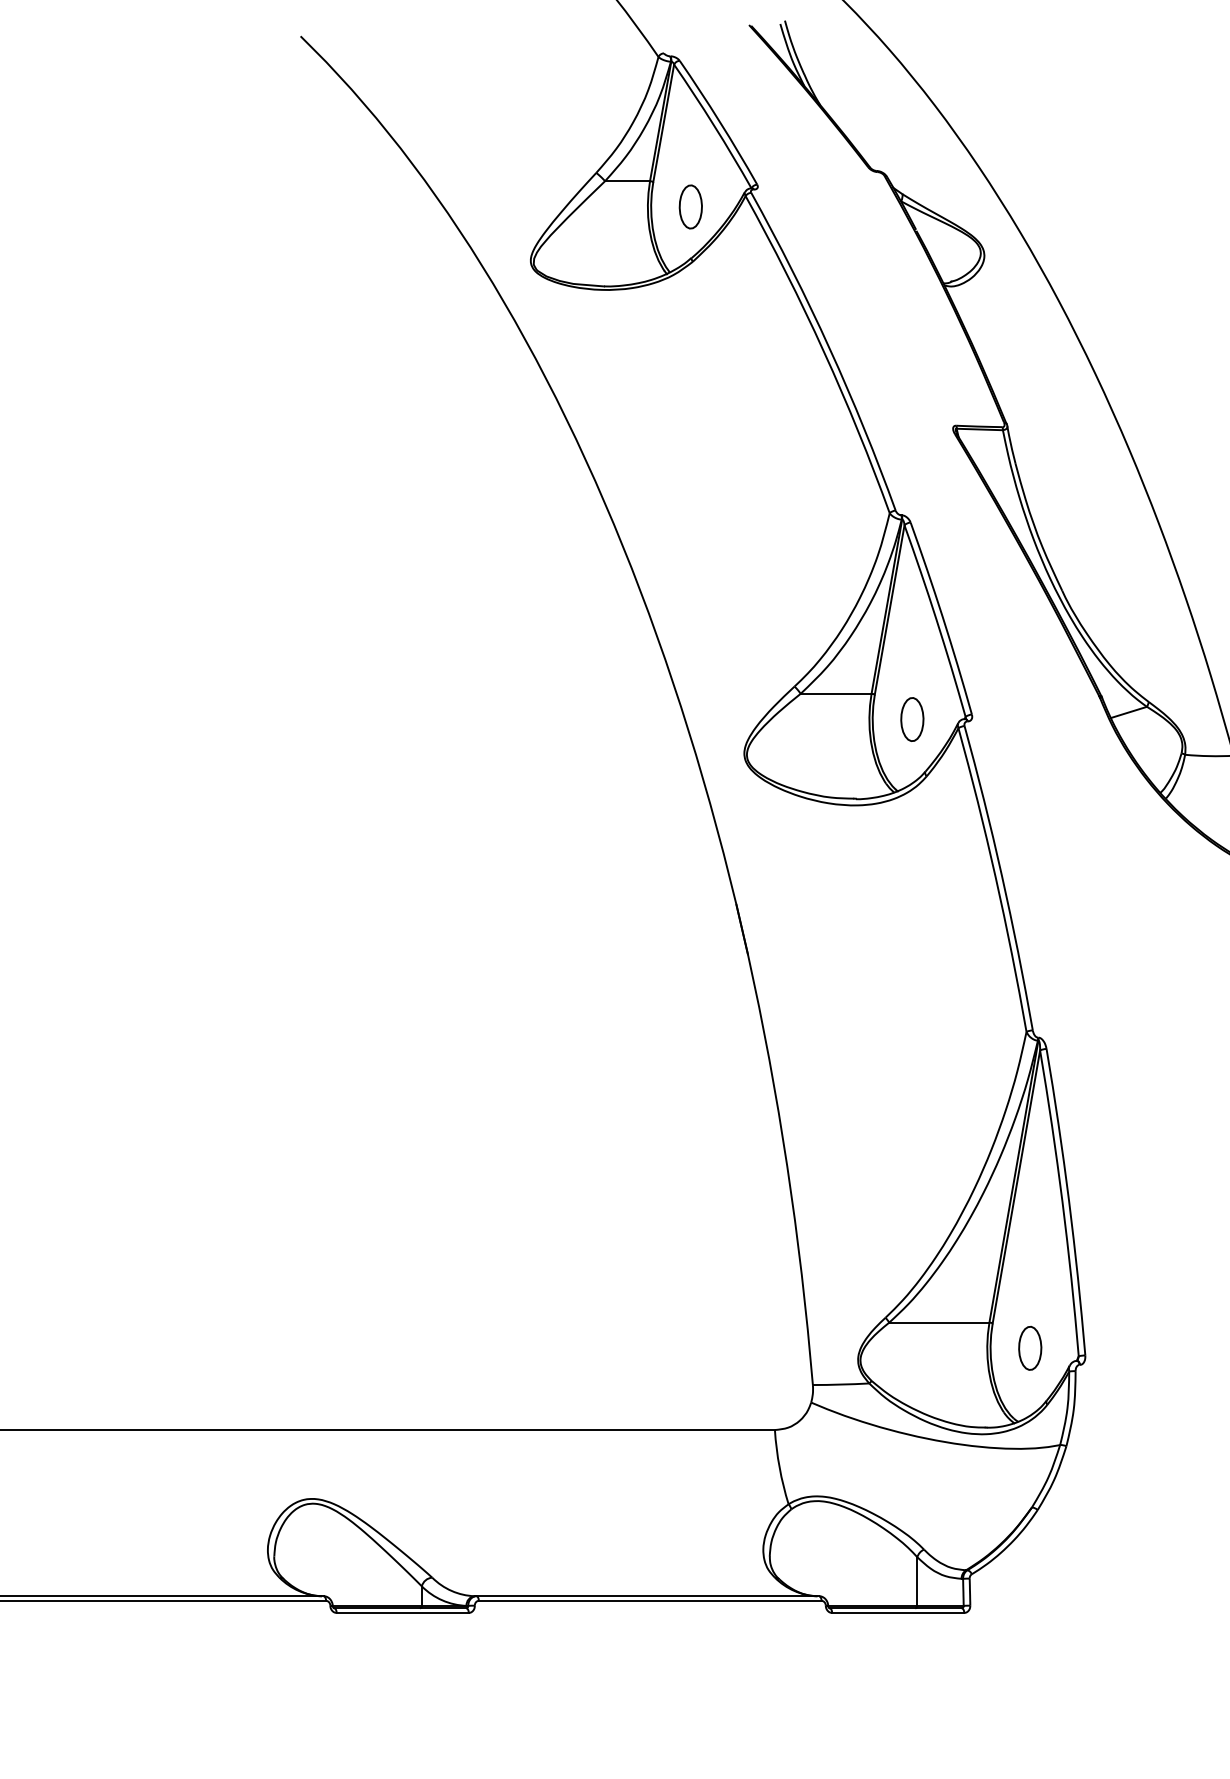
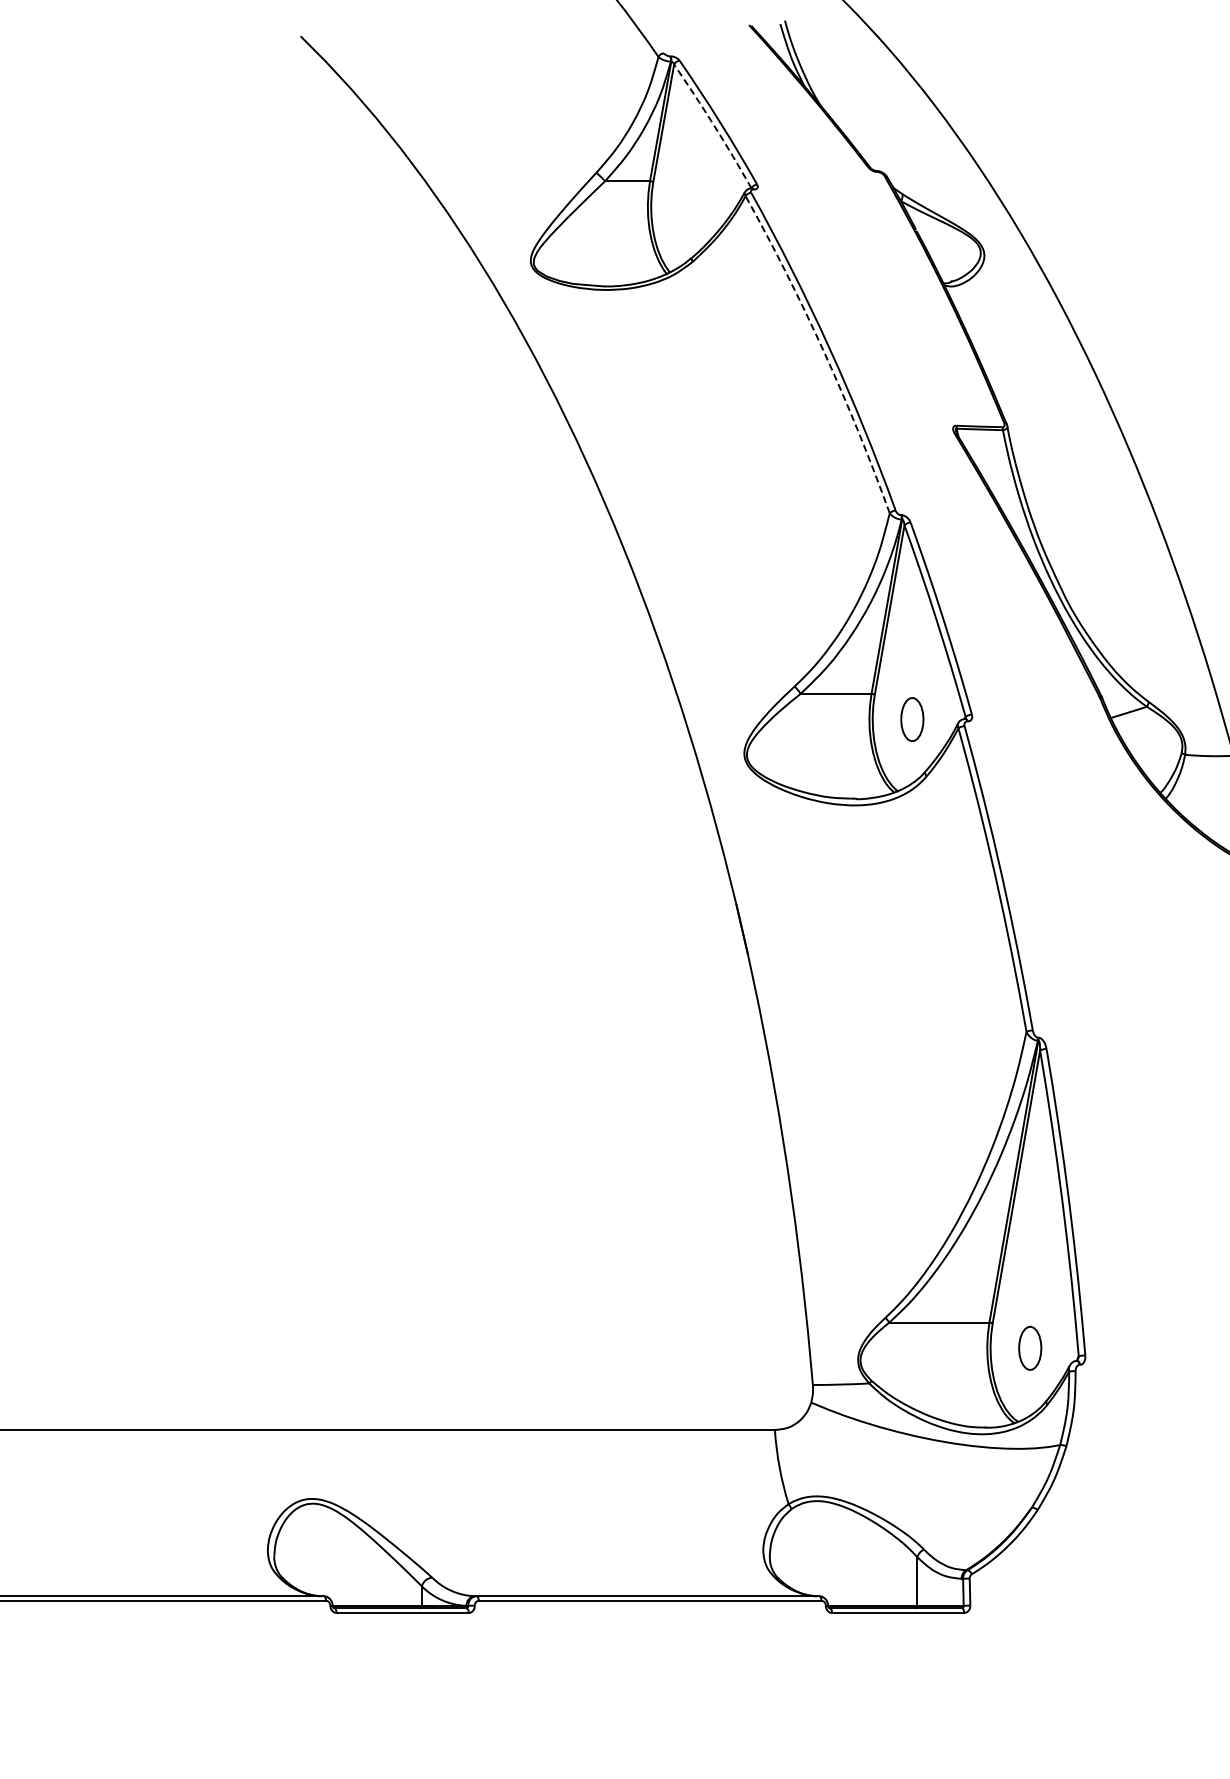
arc at (714, 125): solid -> dashed
part at (690, 206): present -> none
arc at (824, 351): solid -> dashed
